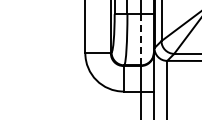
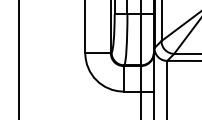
line at (141, 39): dashed -> solid
line at (18, 59): none -> present
